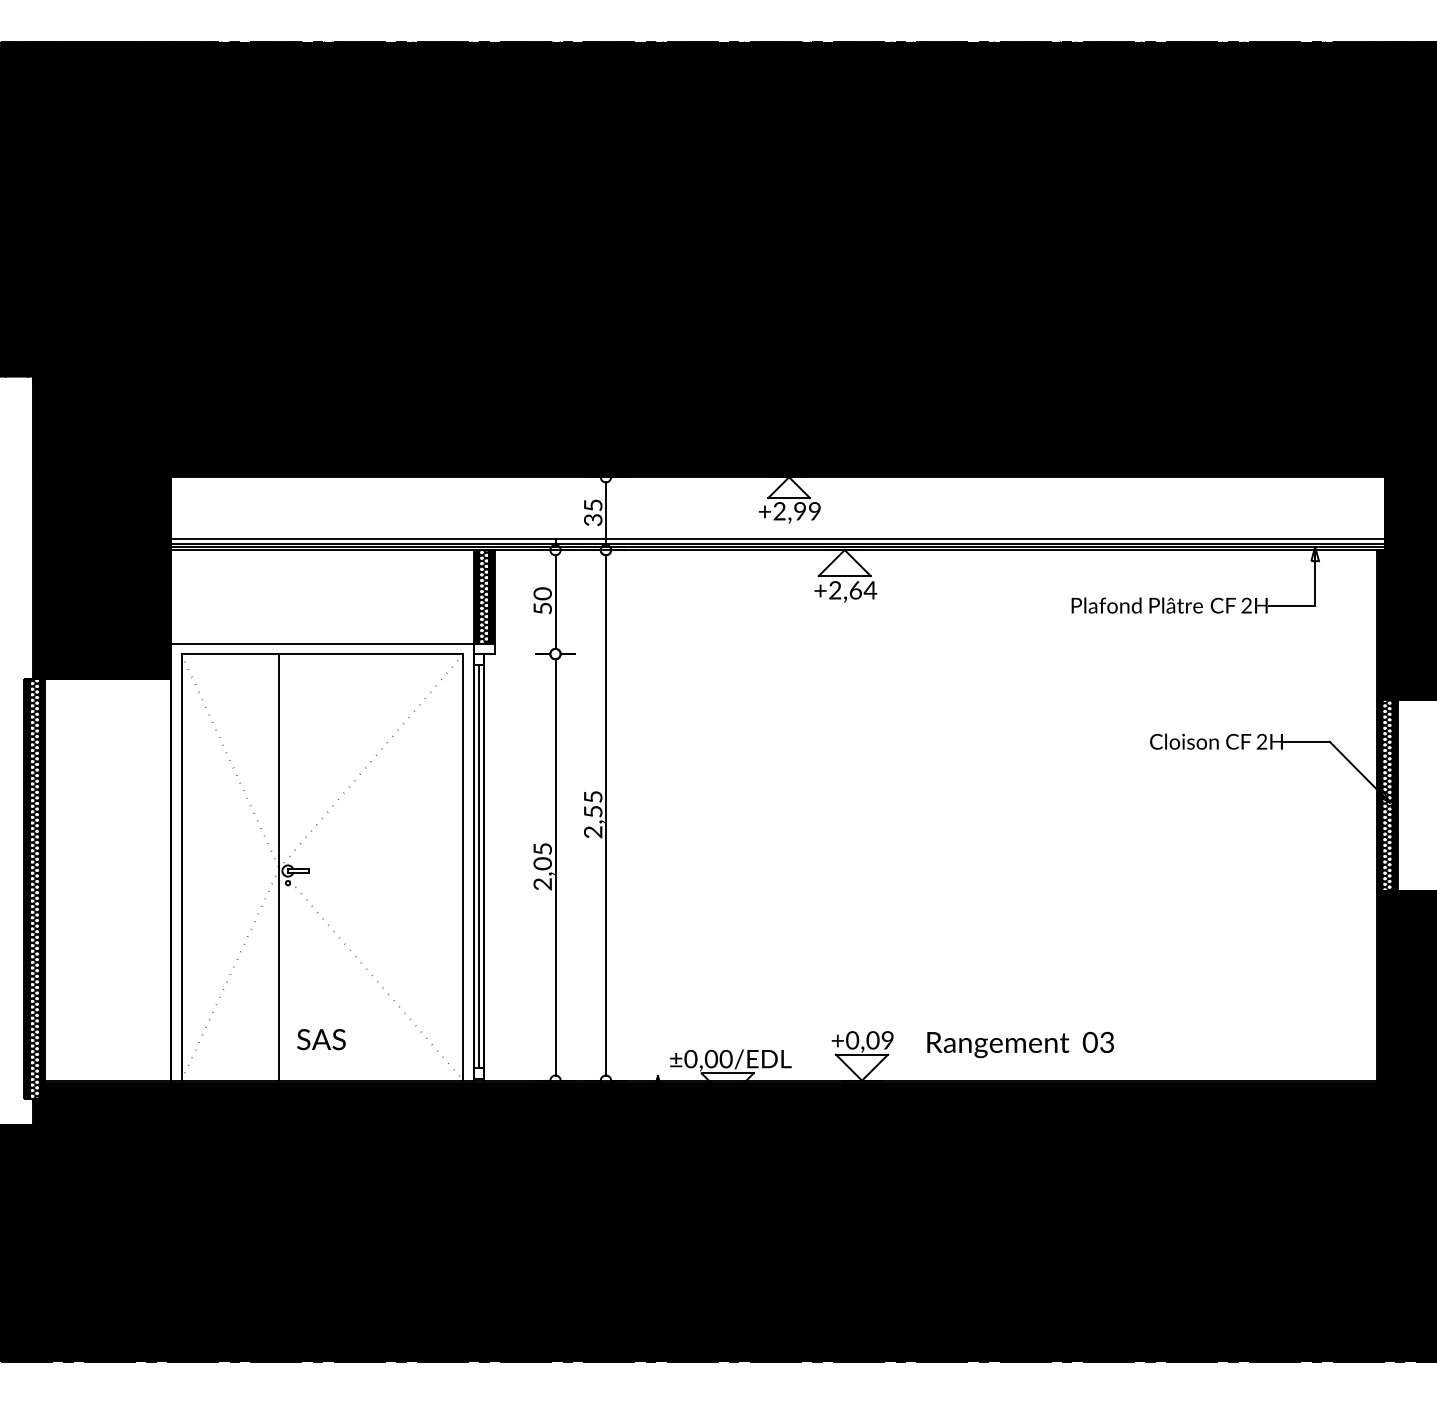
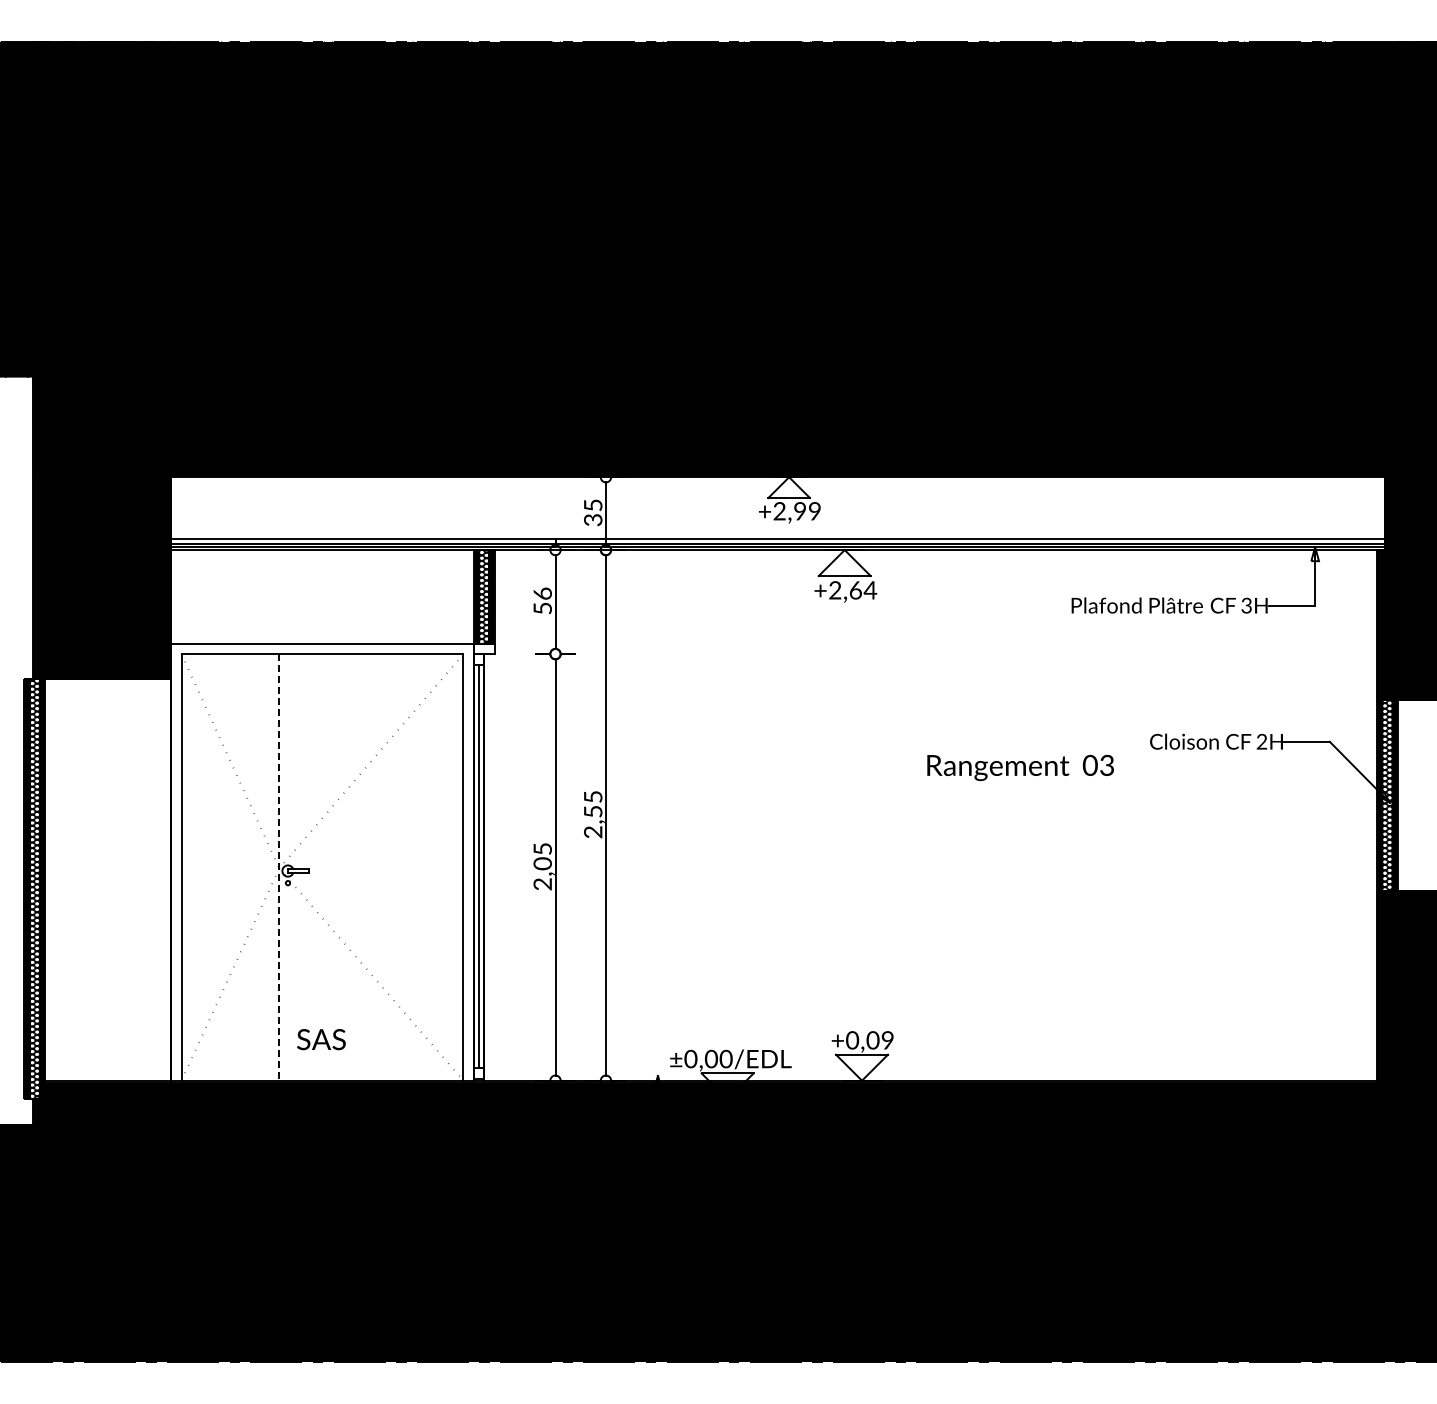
text at (542, 593): 50 -> 56
text at (1246, 607): 2H -> 3H
line at (279, 867): solid -> dashed
text at (1020, 1044) position: (1020, 1044) -> (1020, 767)
